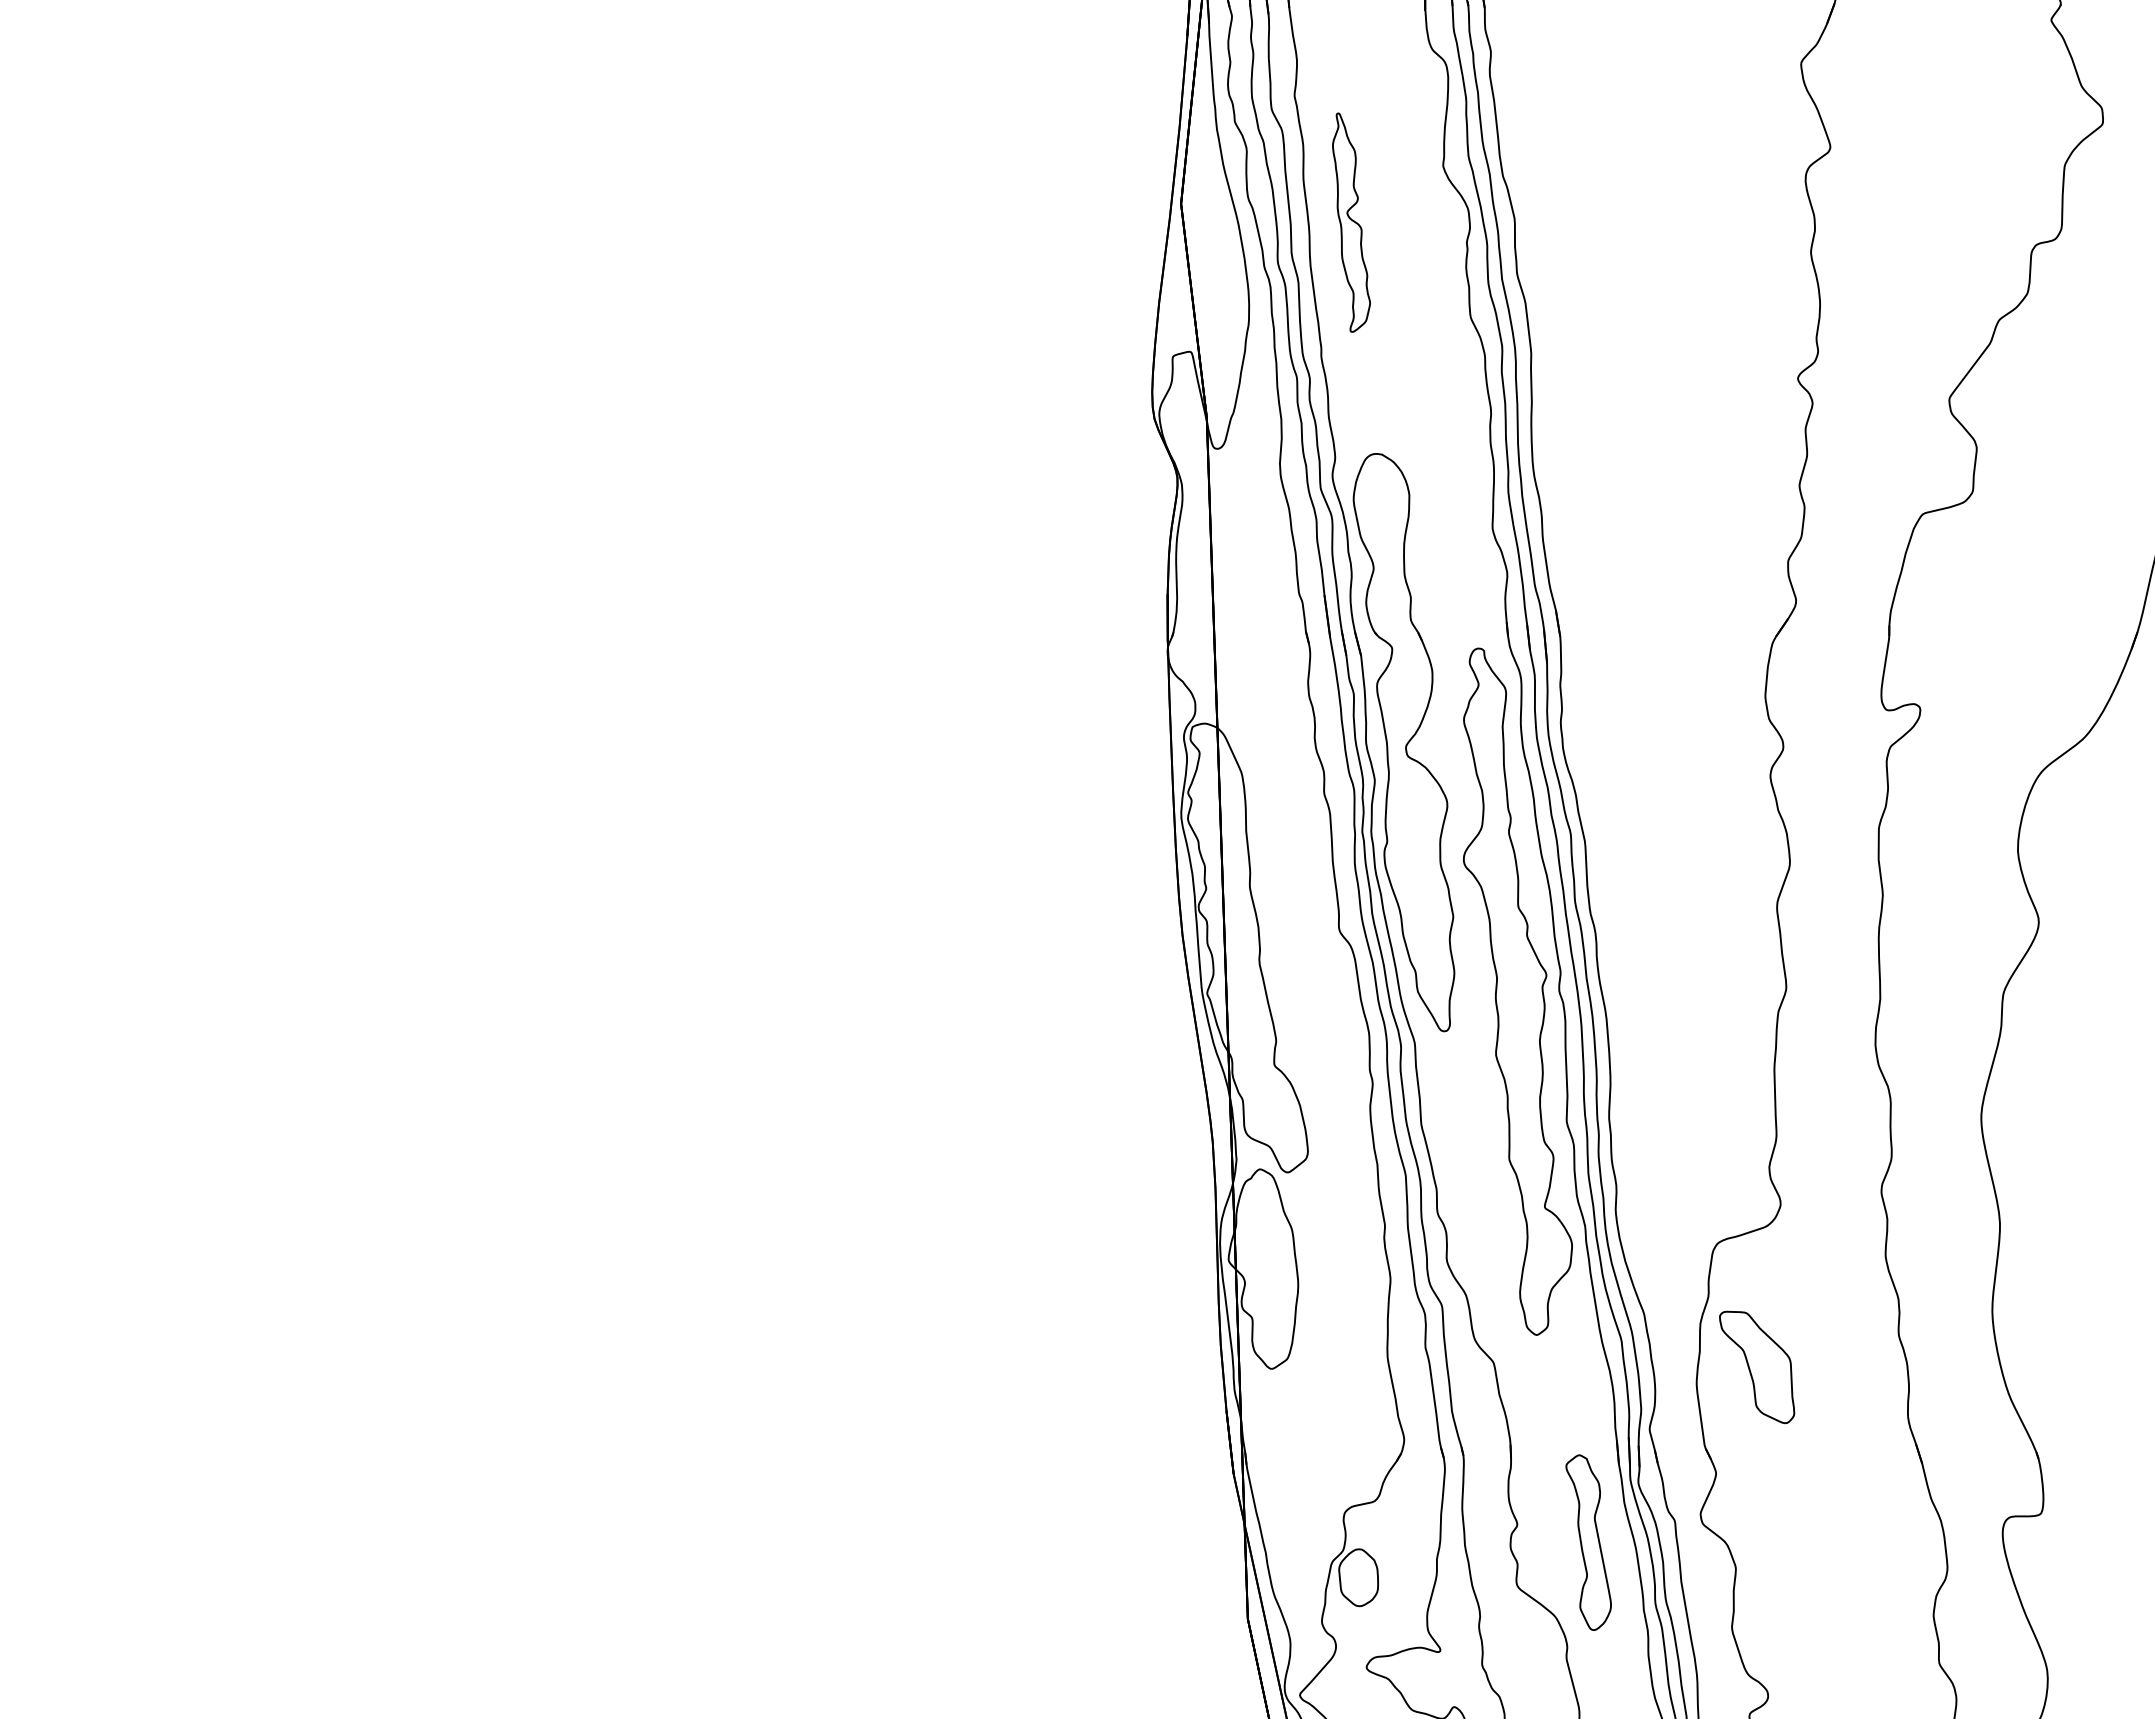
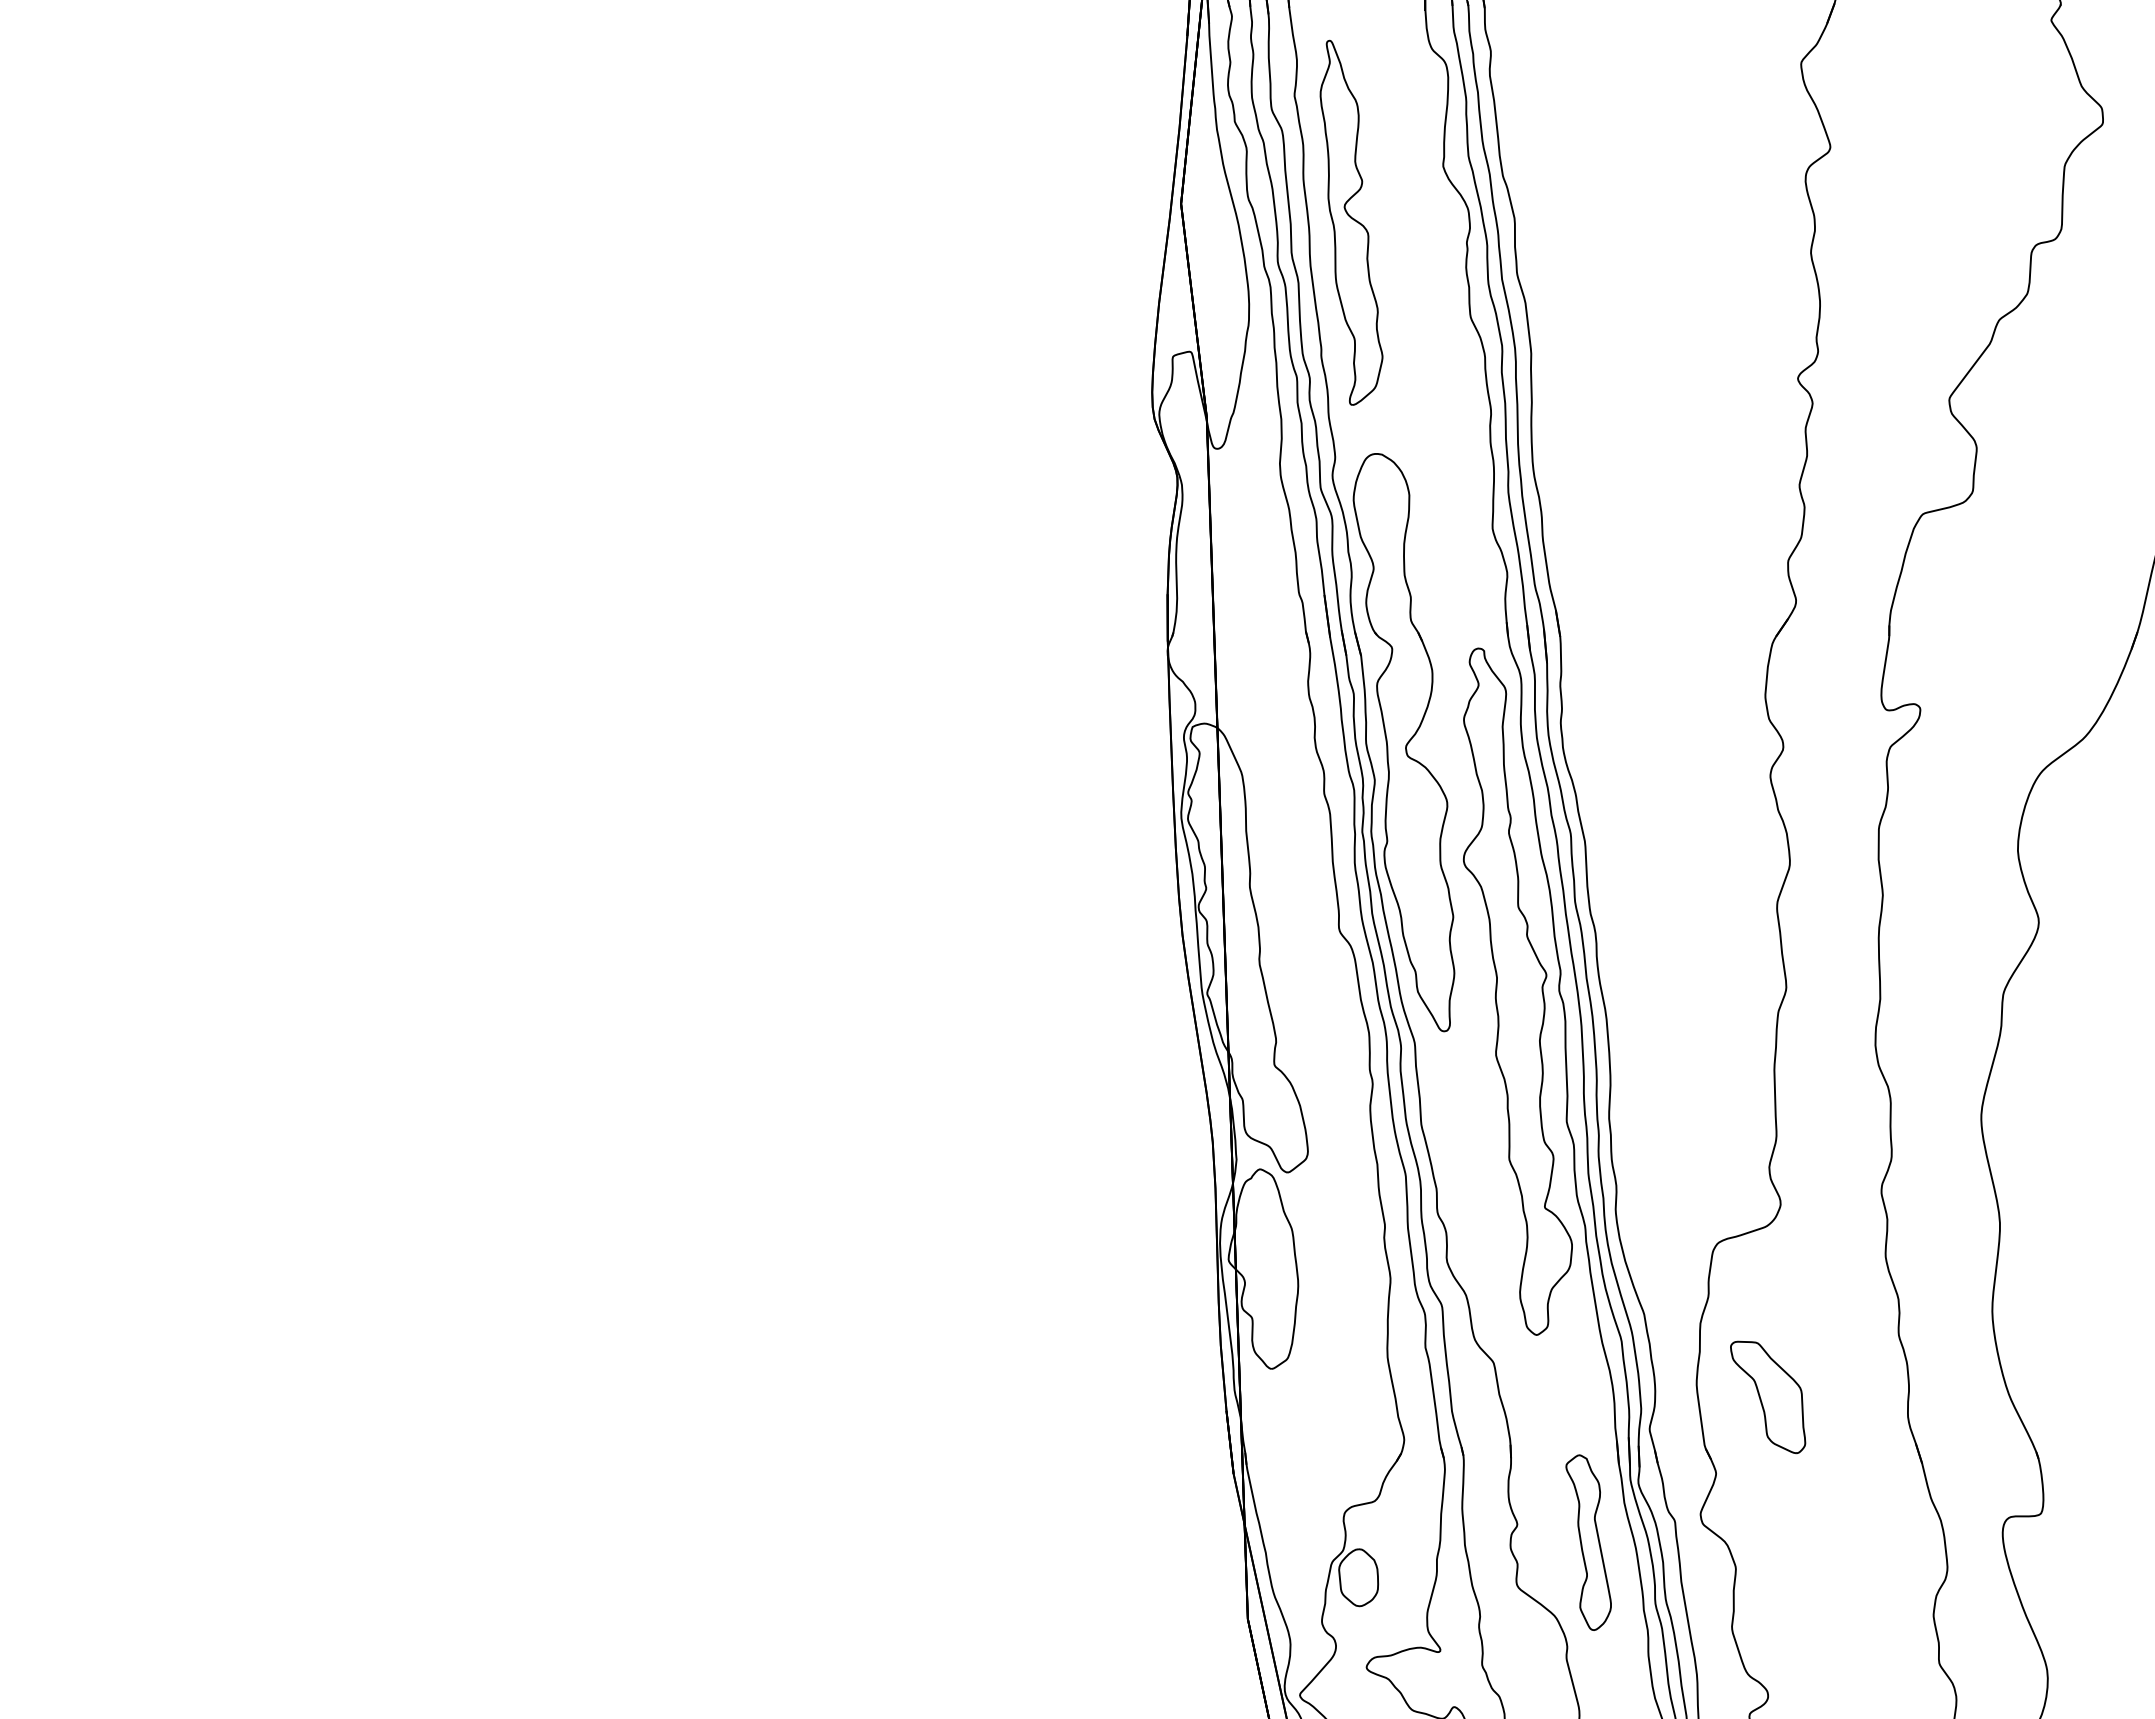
part at (1351, 222) size: 39x221 px -> 65x367 px
part at (1757, 1367) position: (1757, 1367) -> (1768, 1397)
